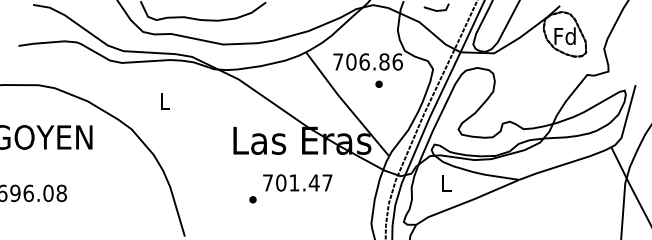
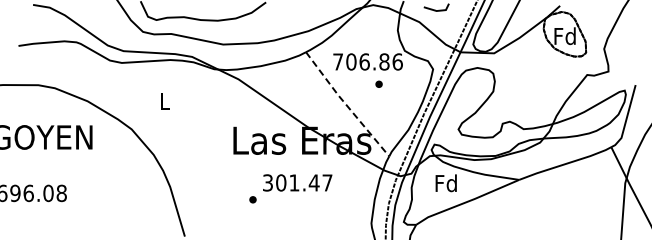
line at (346, 105): solid -> dashed
text at (267, 182): 701.47 -> 301.47
text at (445, 183): L -> Fd
